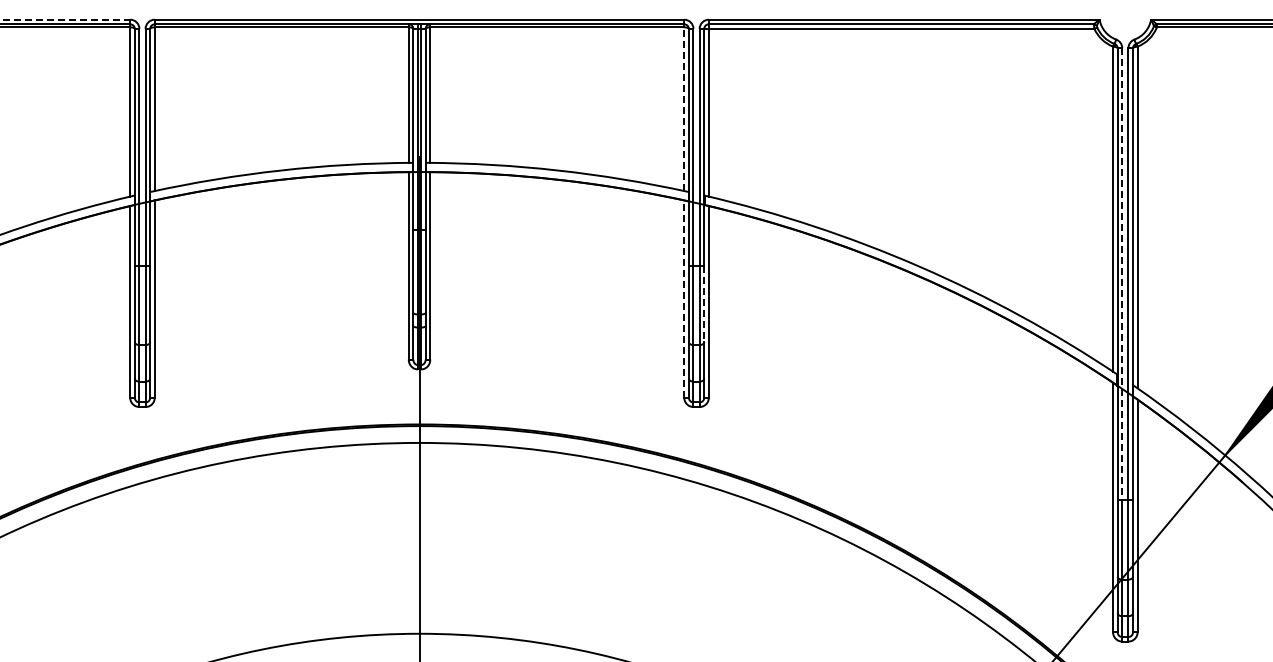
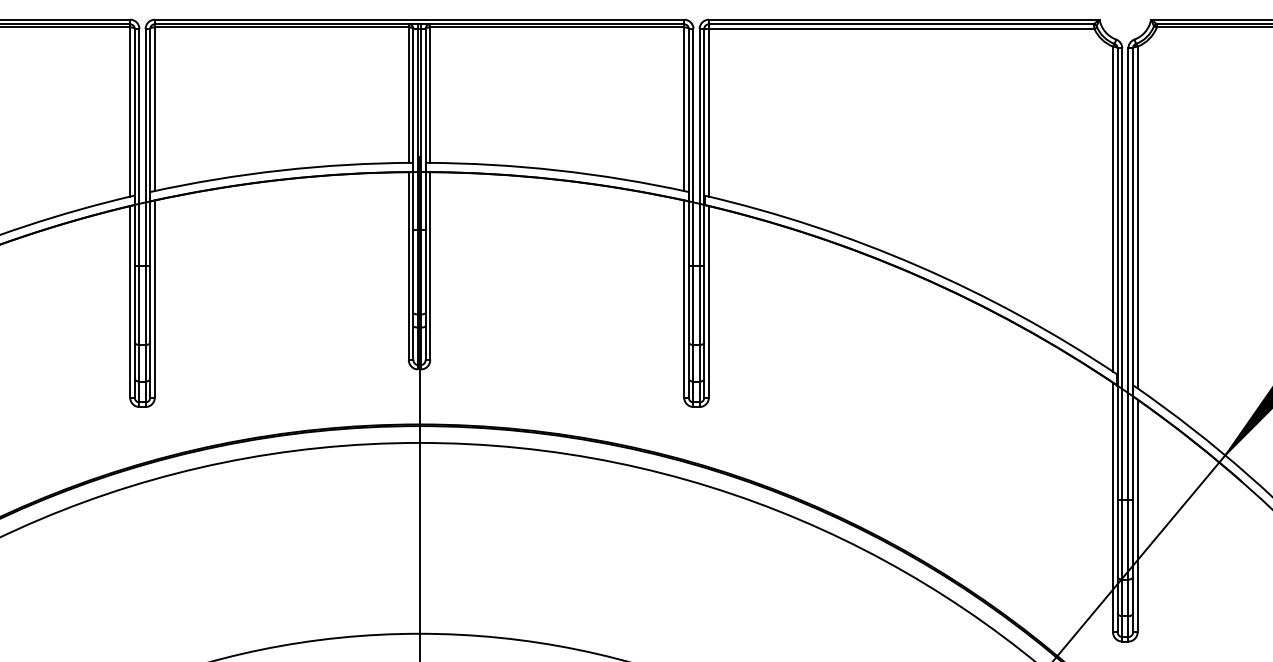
line at (65, 19): dashed -> solid
line at (684, 109): dashed -> solid
line at (1122, 274): dashed -> solid
line at (684, 299): dashed -> solid
line at (704, 304): dashed -> solid
